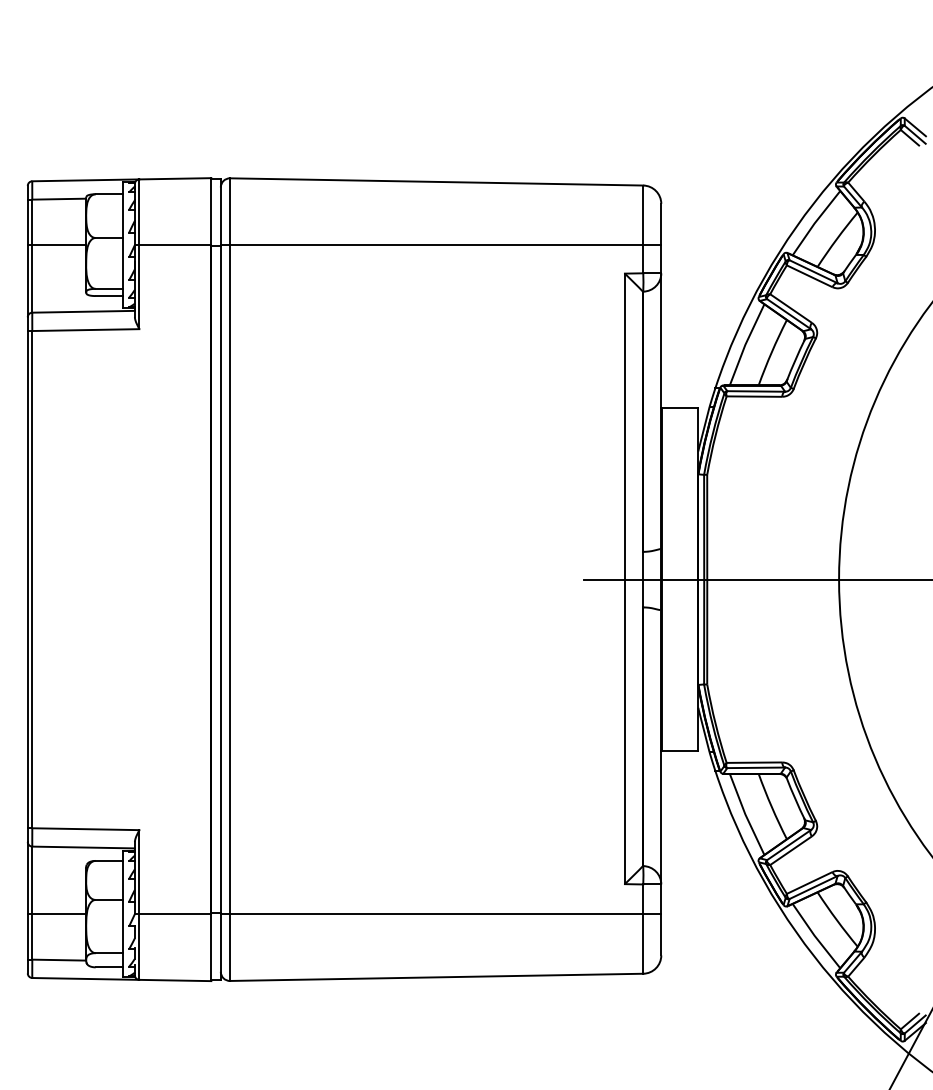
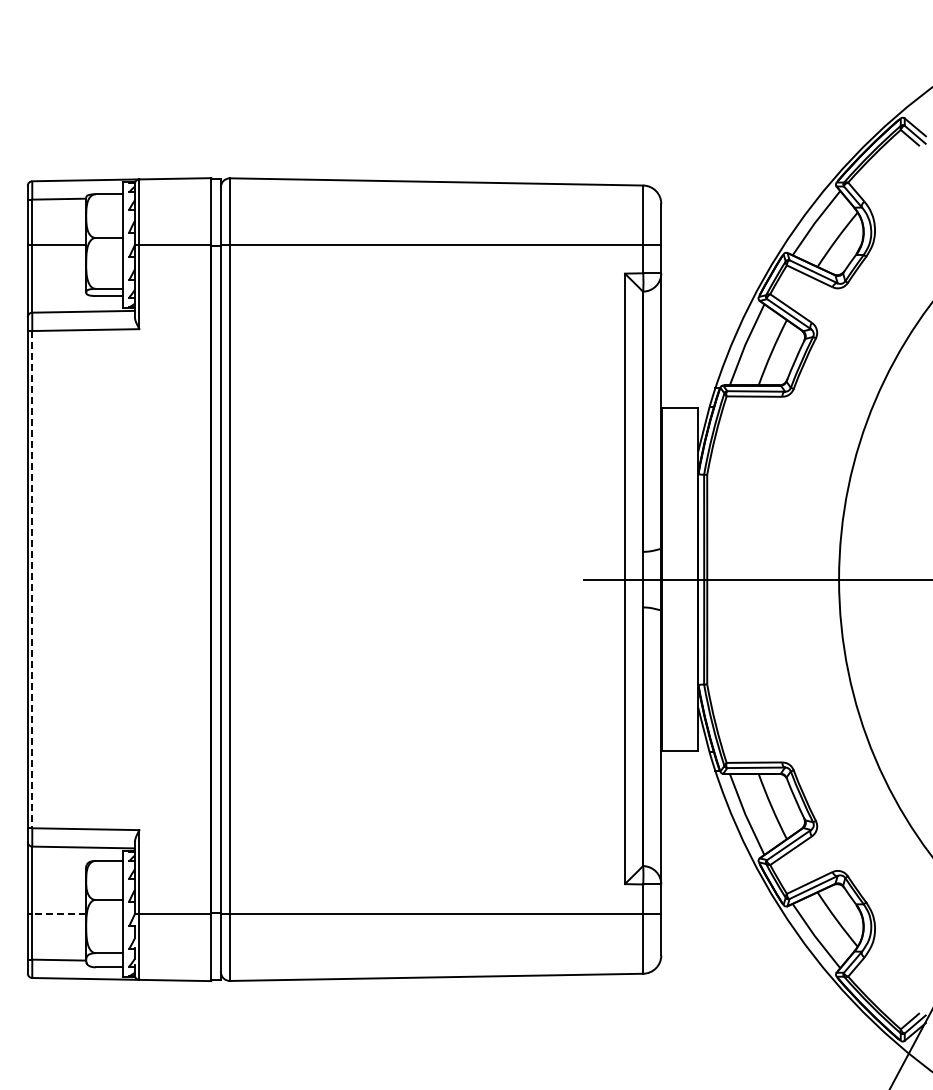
line at (32, 579): solid -> dashed
line at (59, 913): solid -> dashed
